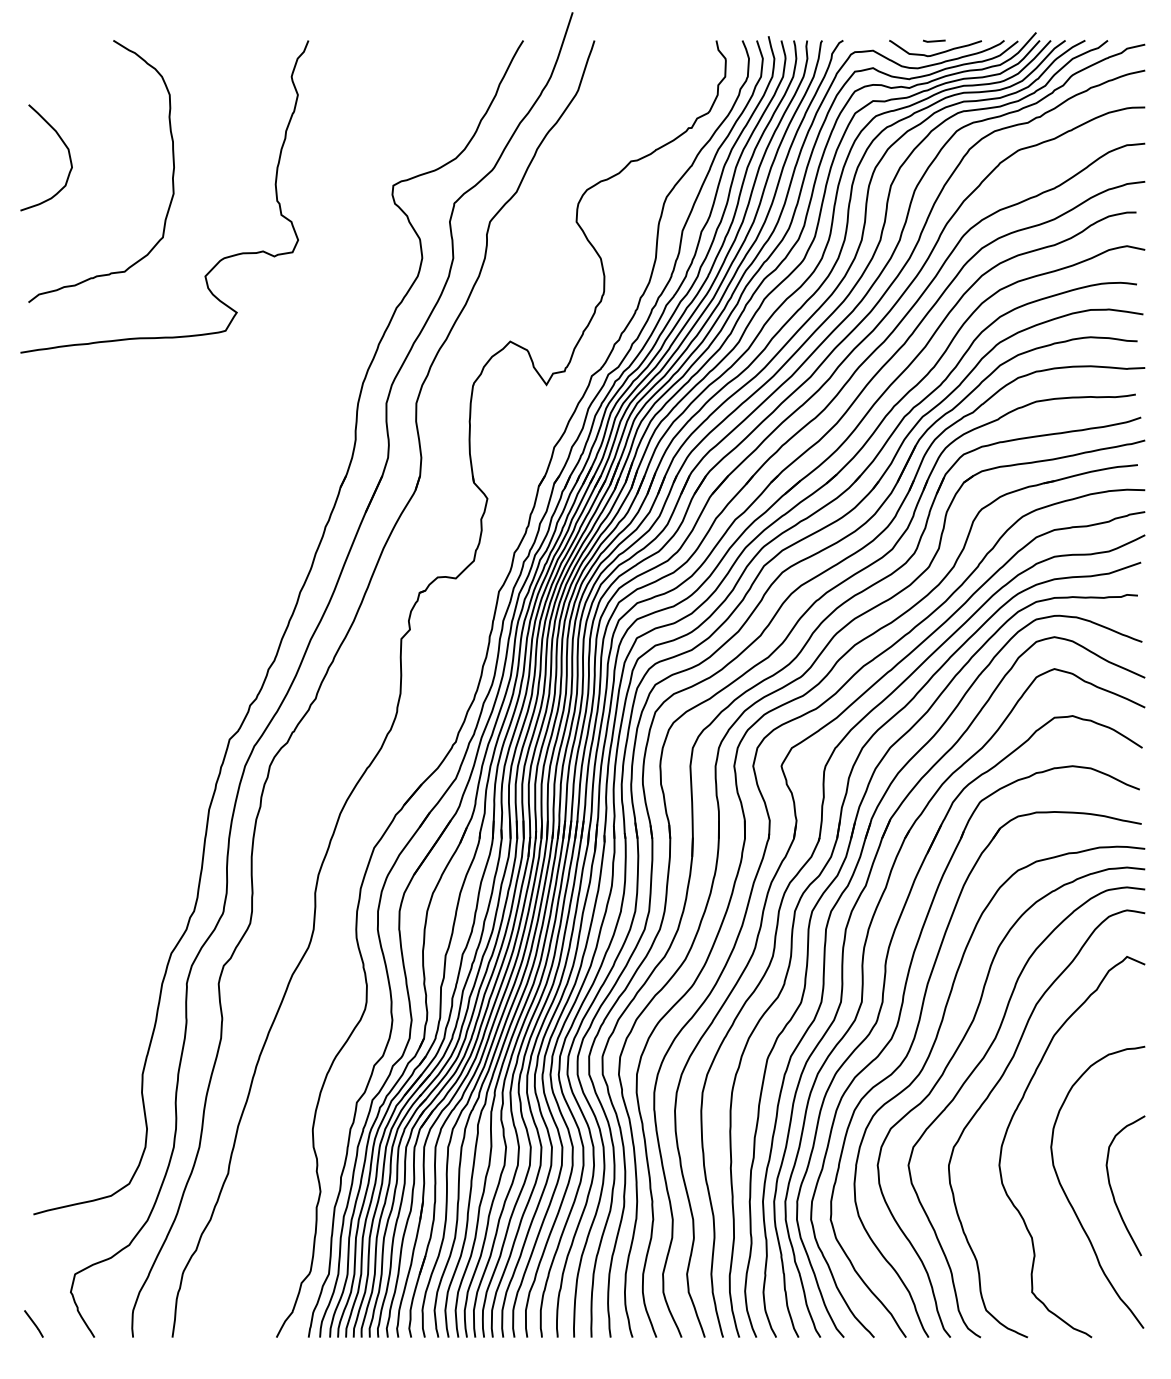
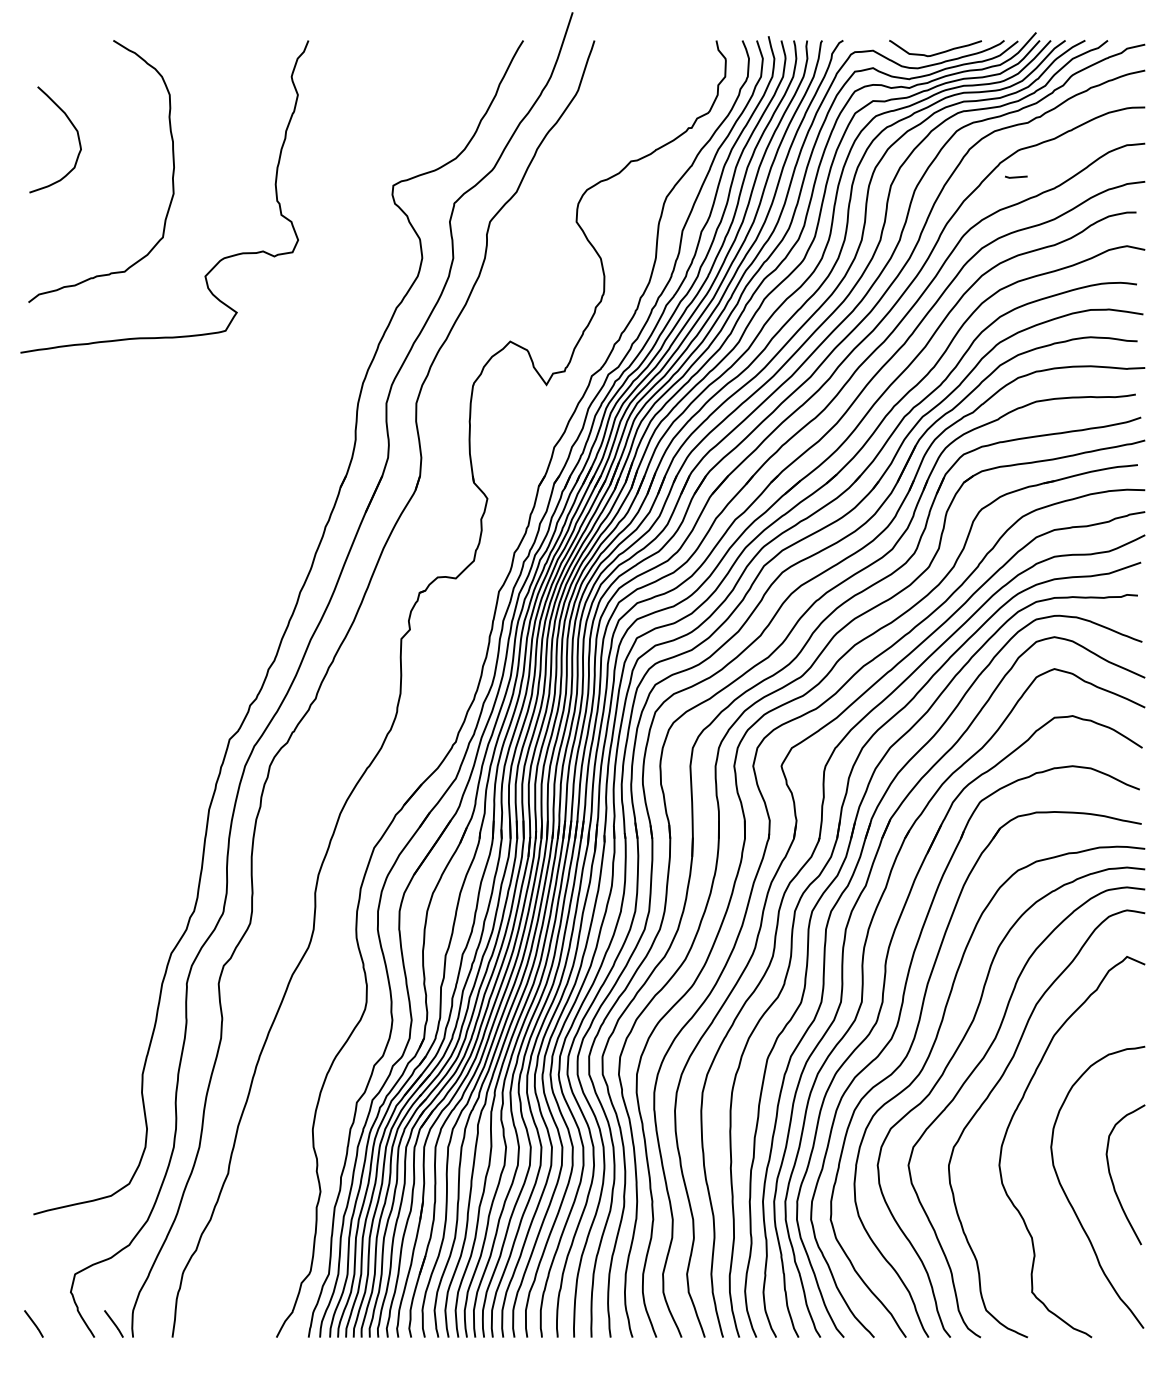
line at (934, 40) position: (934, 40) -> (1016, 176)
curve at (64, 145) position: (64, 145) -> (73, 127)
curve at (1112, 1189) position: (1112, 1189) -> (1112, 1178)
line at (113, 1323): none -> present
